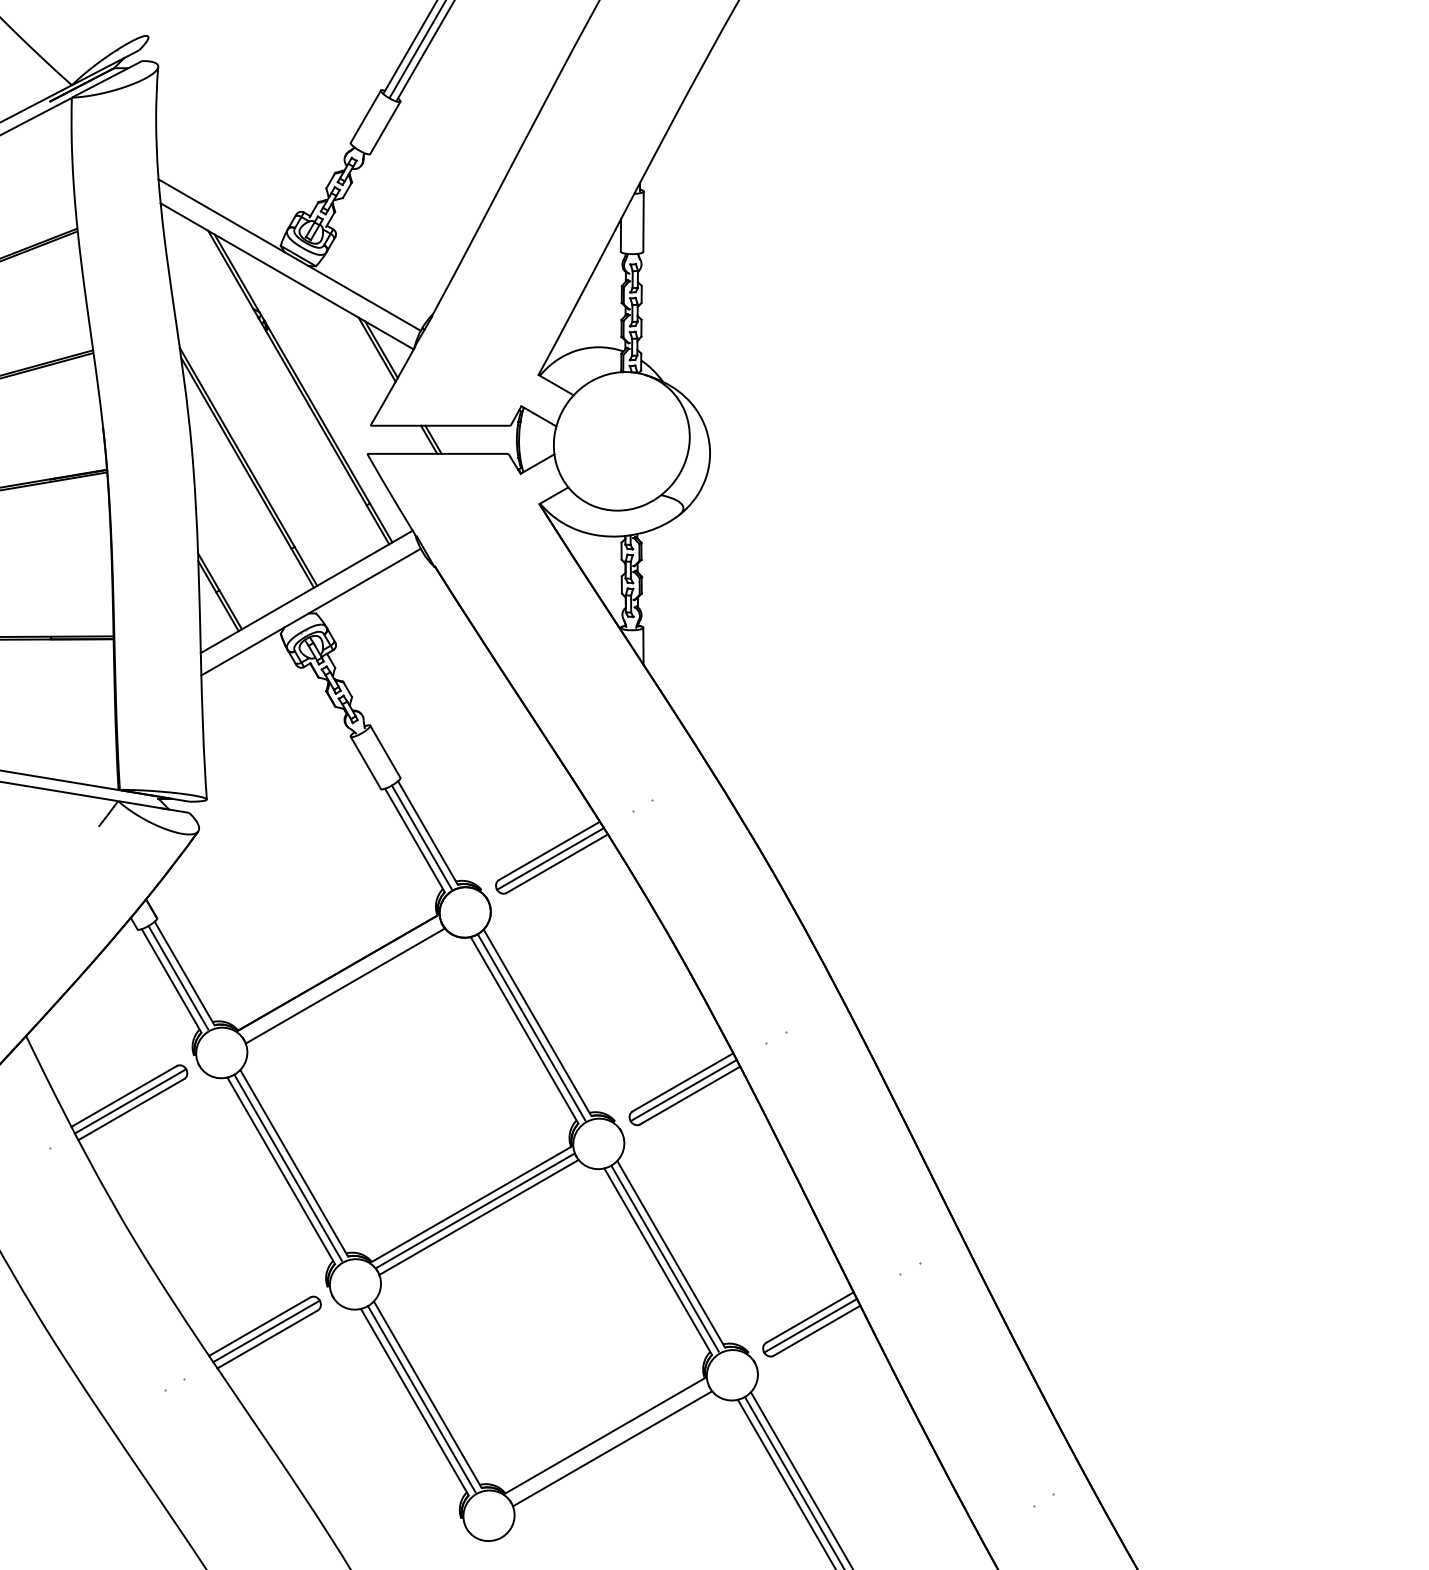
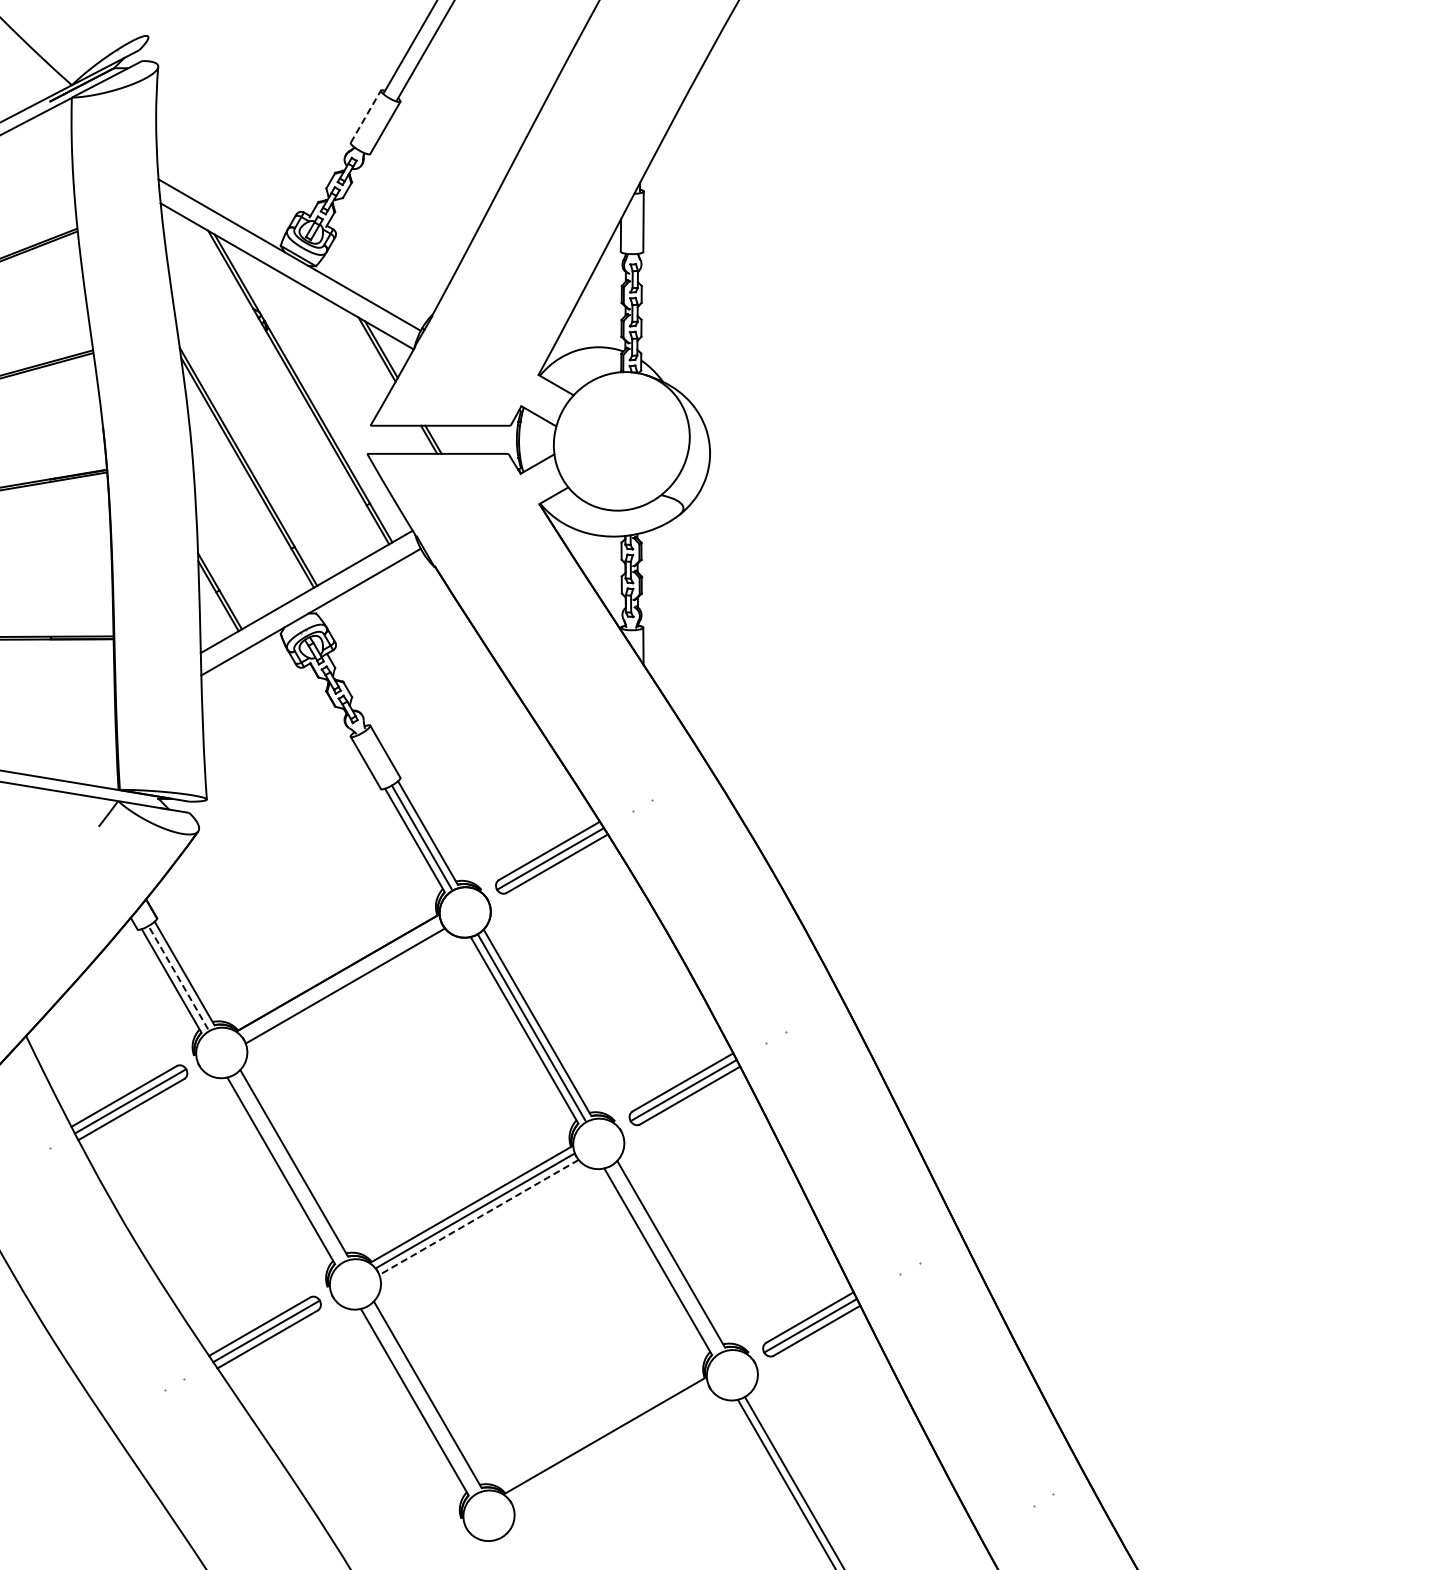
line at (416, 49): present -> none
line at (366, 116): solid -> dashed
line at (178, 977): solid -> dashed
line at (287, 1167): present -> none
line at (478, 1217): solid -> dashed
line at (664, 1258): present -> none
line at (421, 1399): present -> none
line at (612, 1448): present -> none
line at (800, 1479): present -> none
